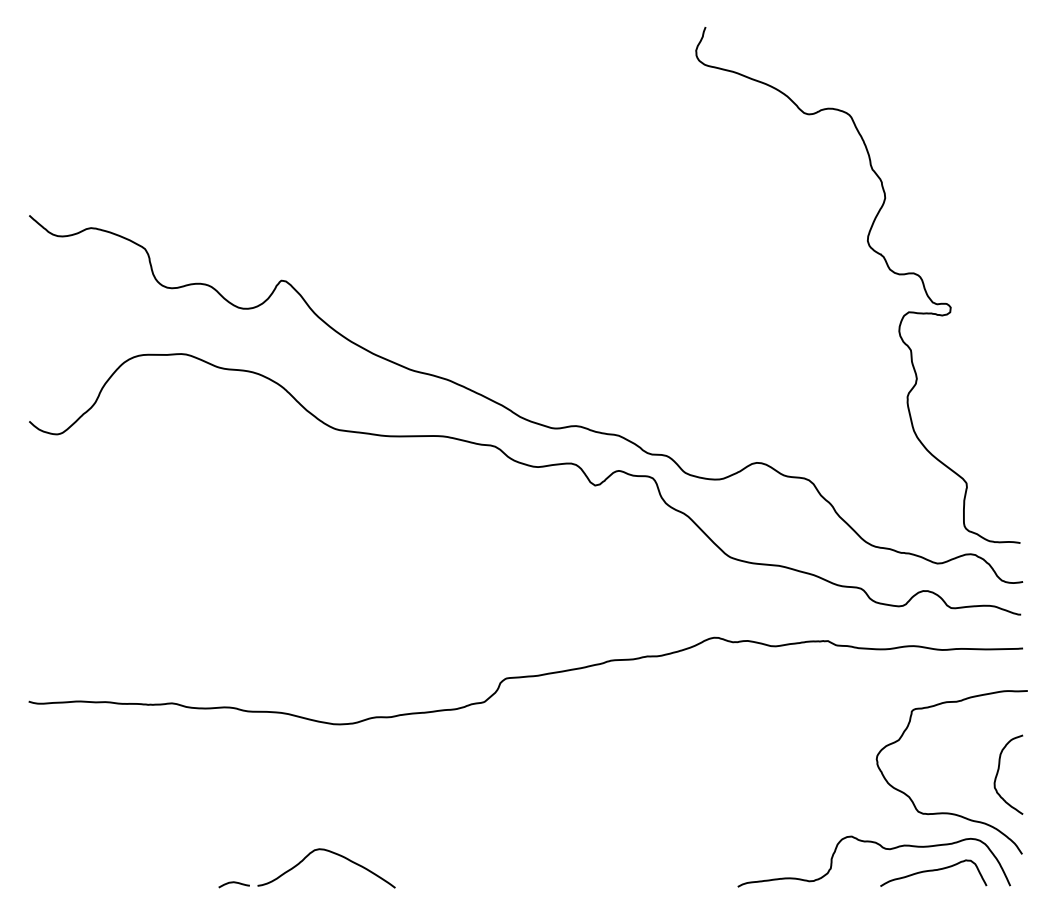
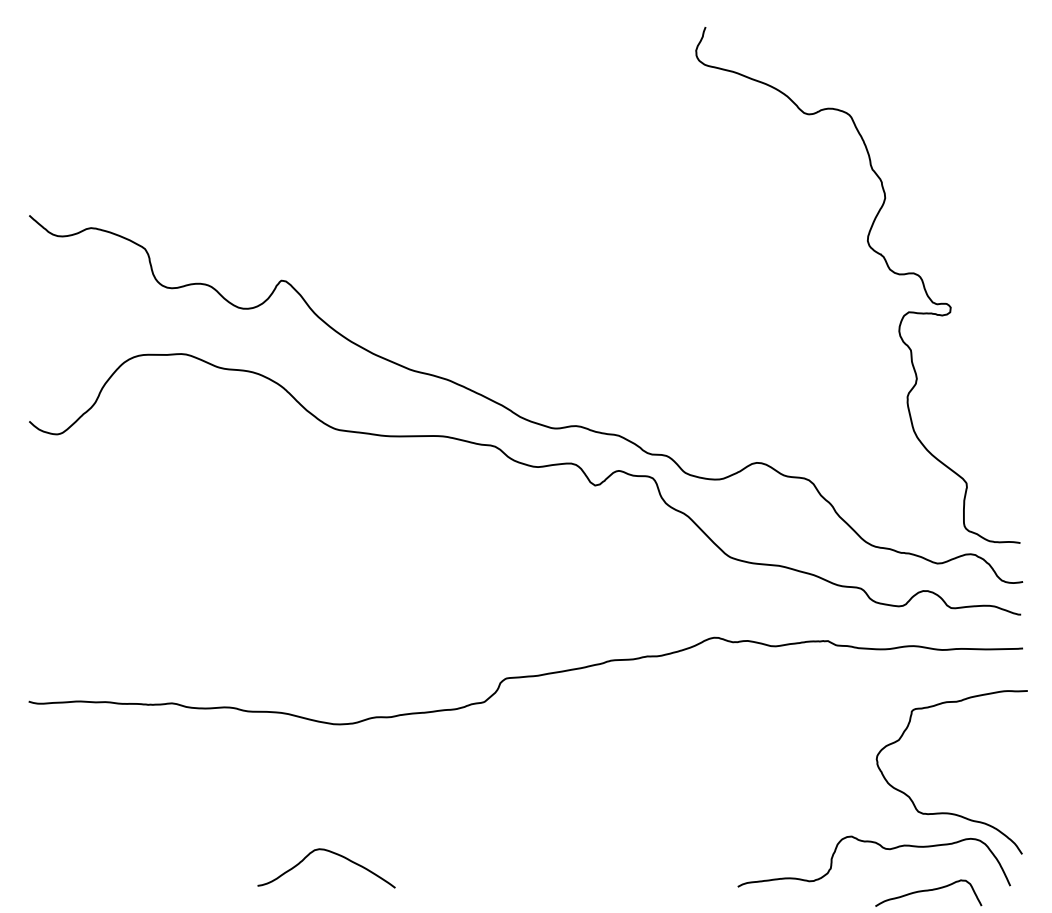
curve at (999, 770): present -> none
curve at (933, 871) position: (933, 871) -> (928, 891)
curve at (233, 883): present -> none
